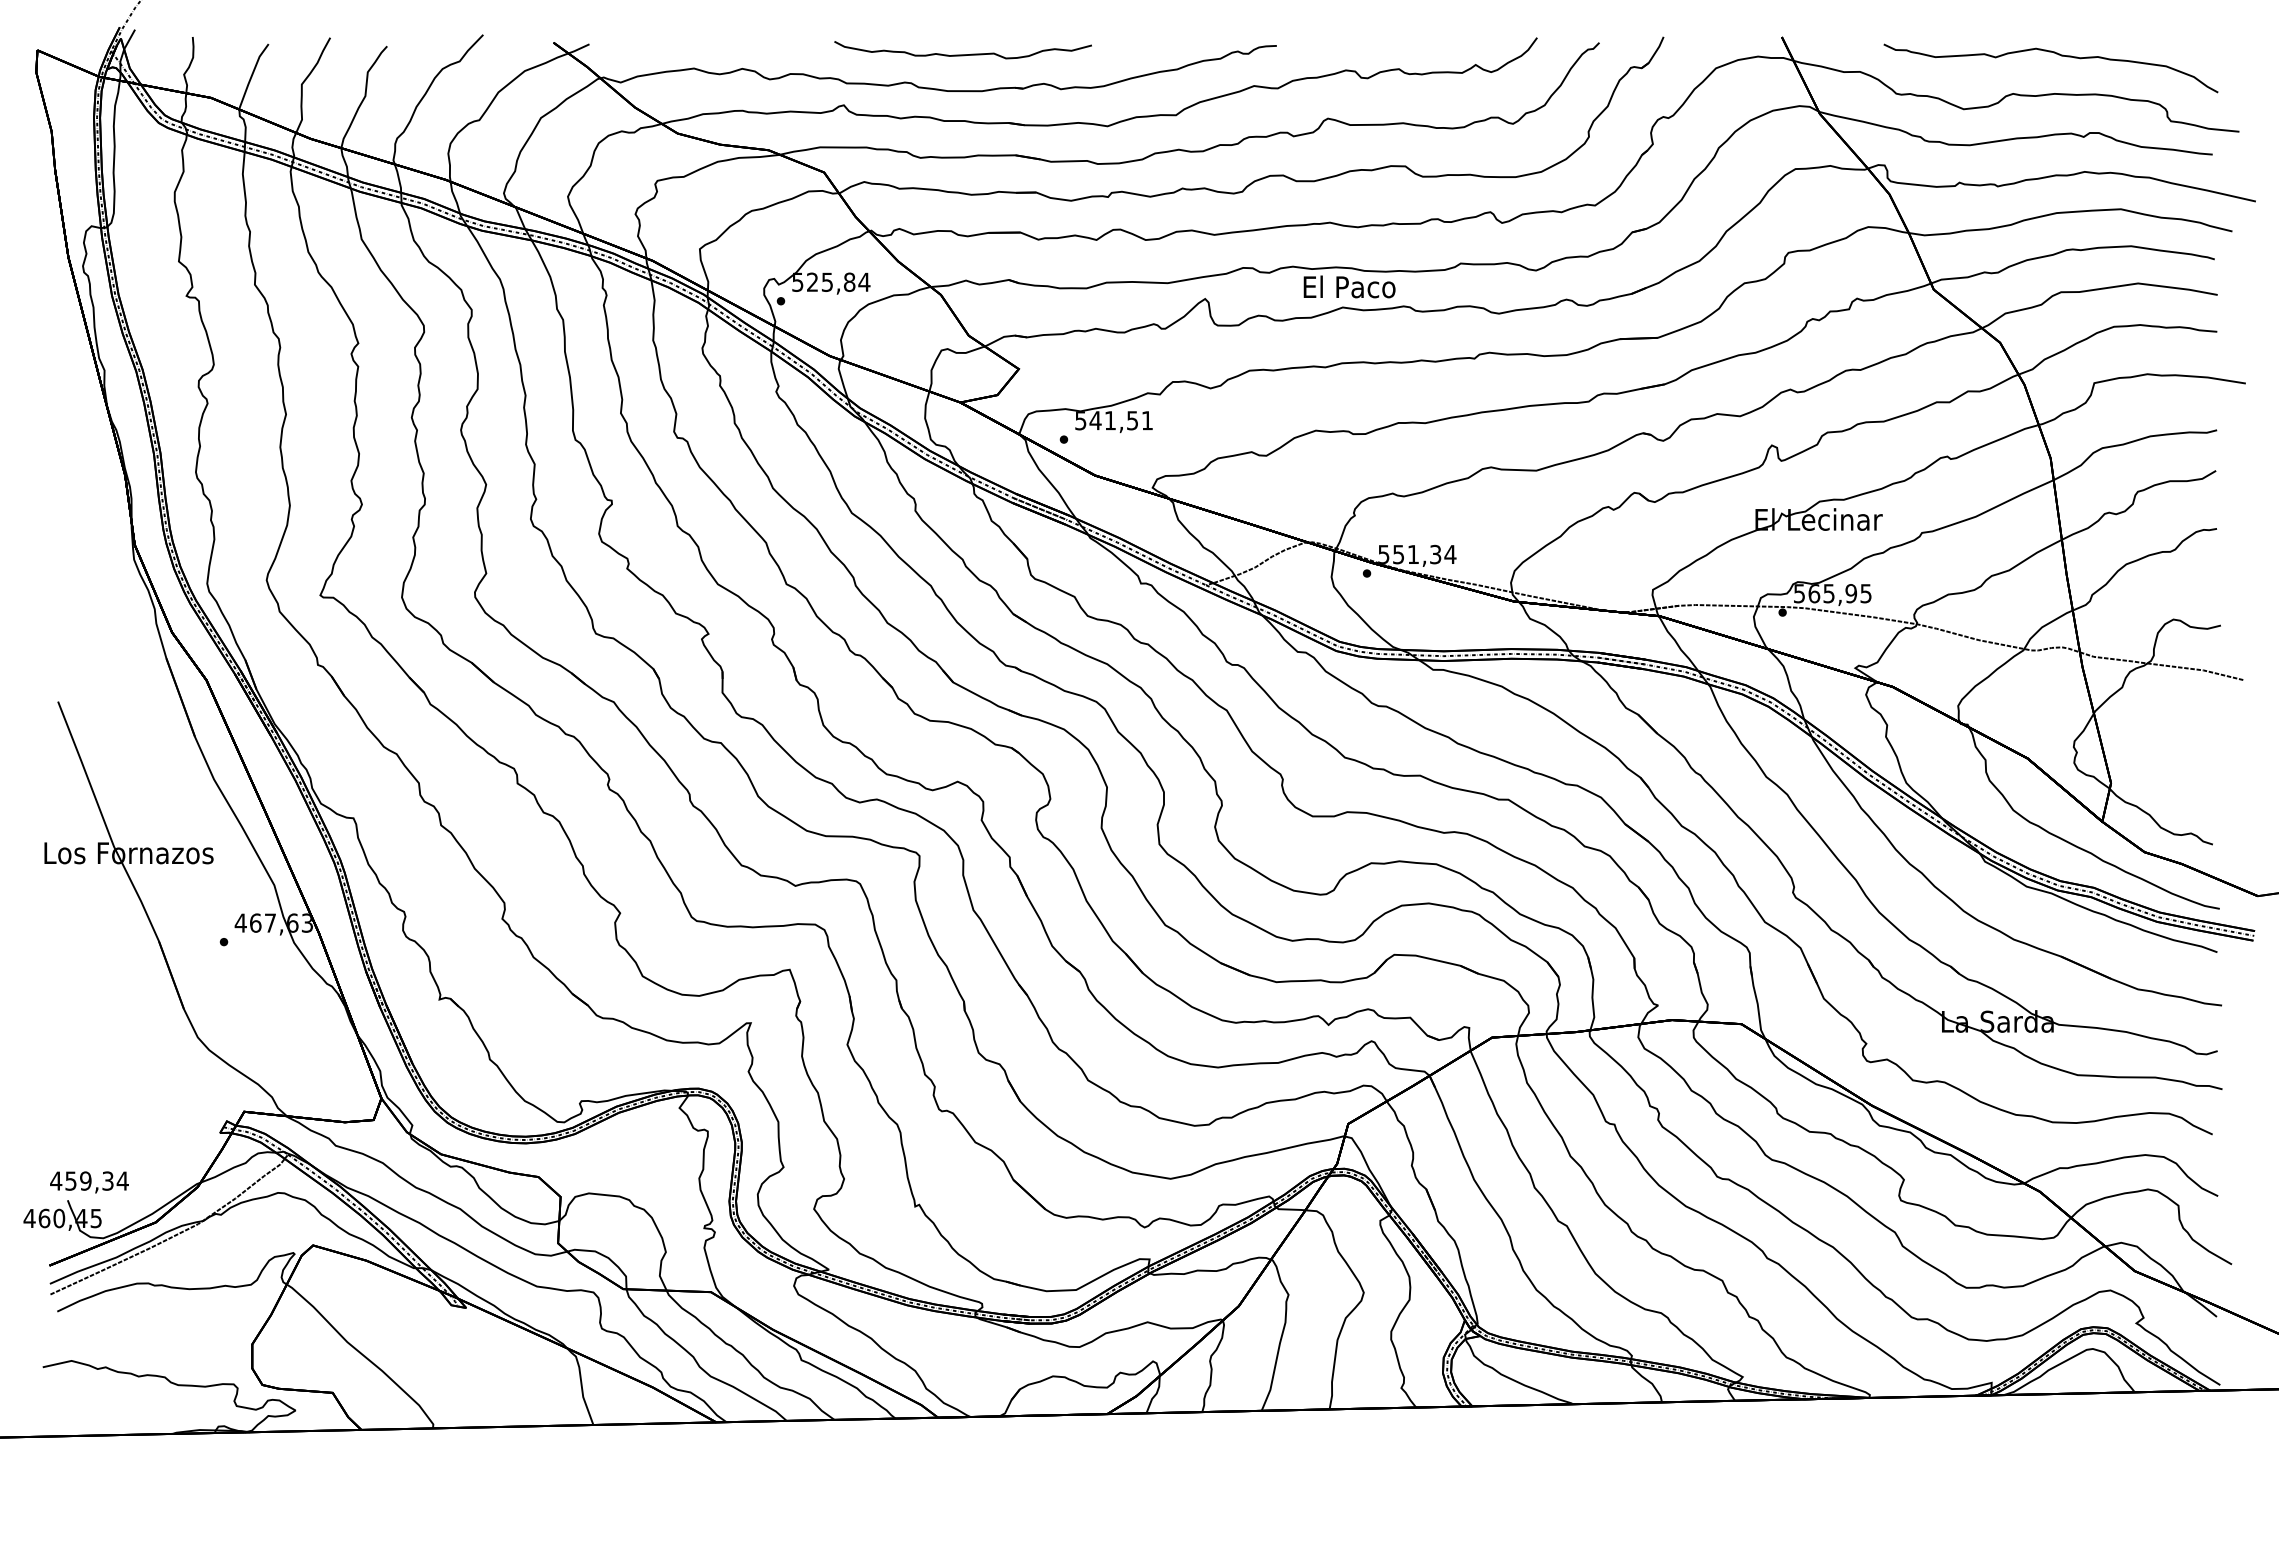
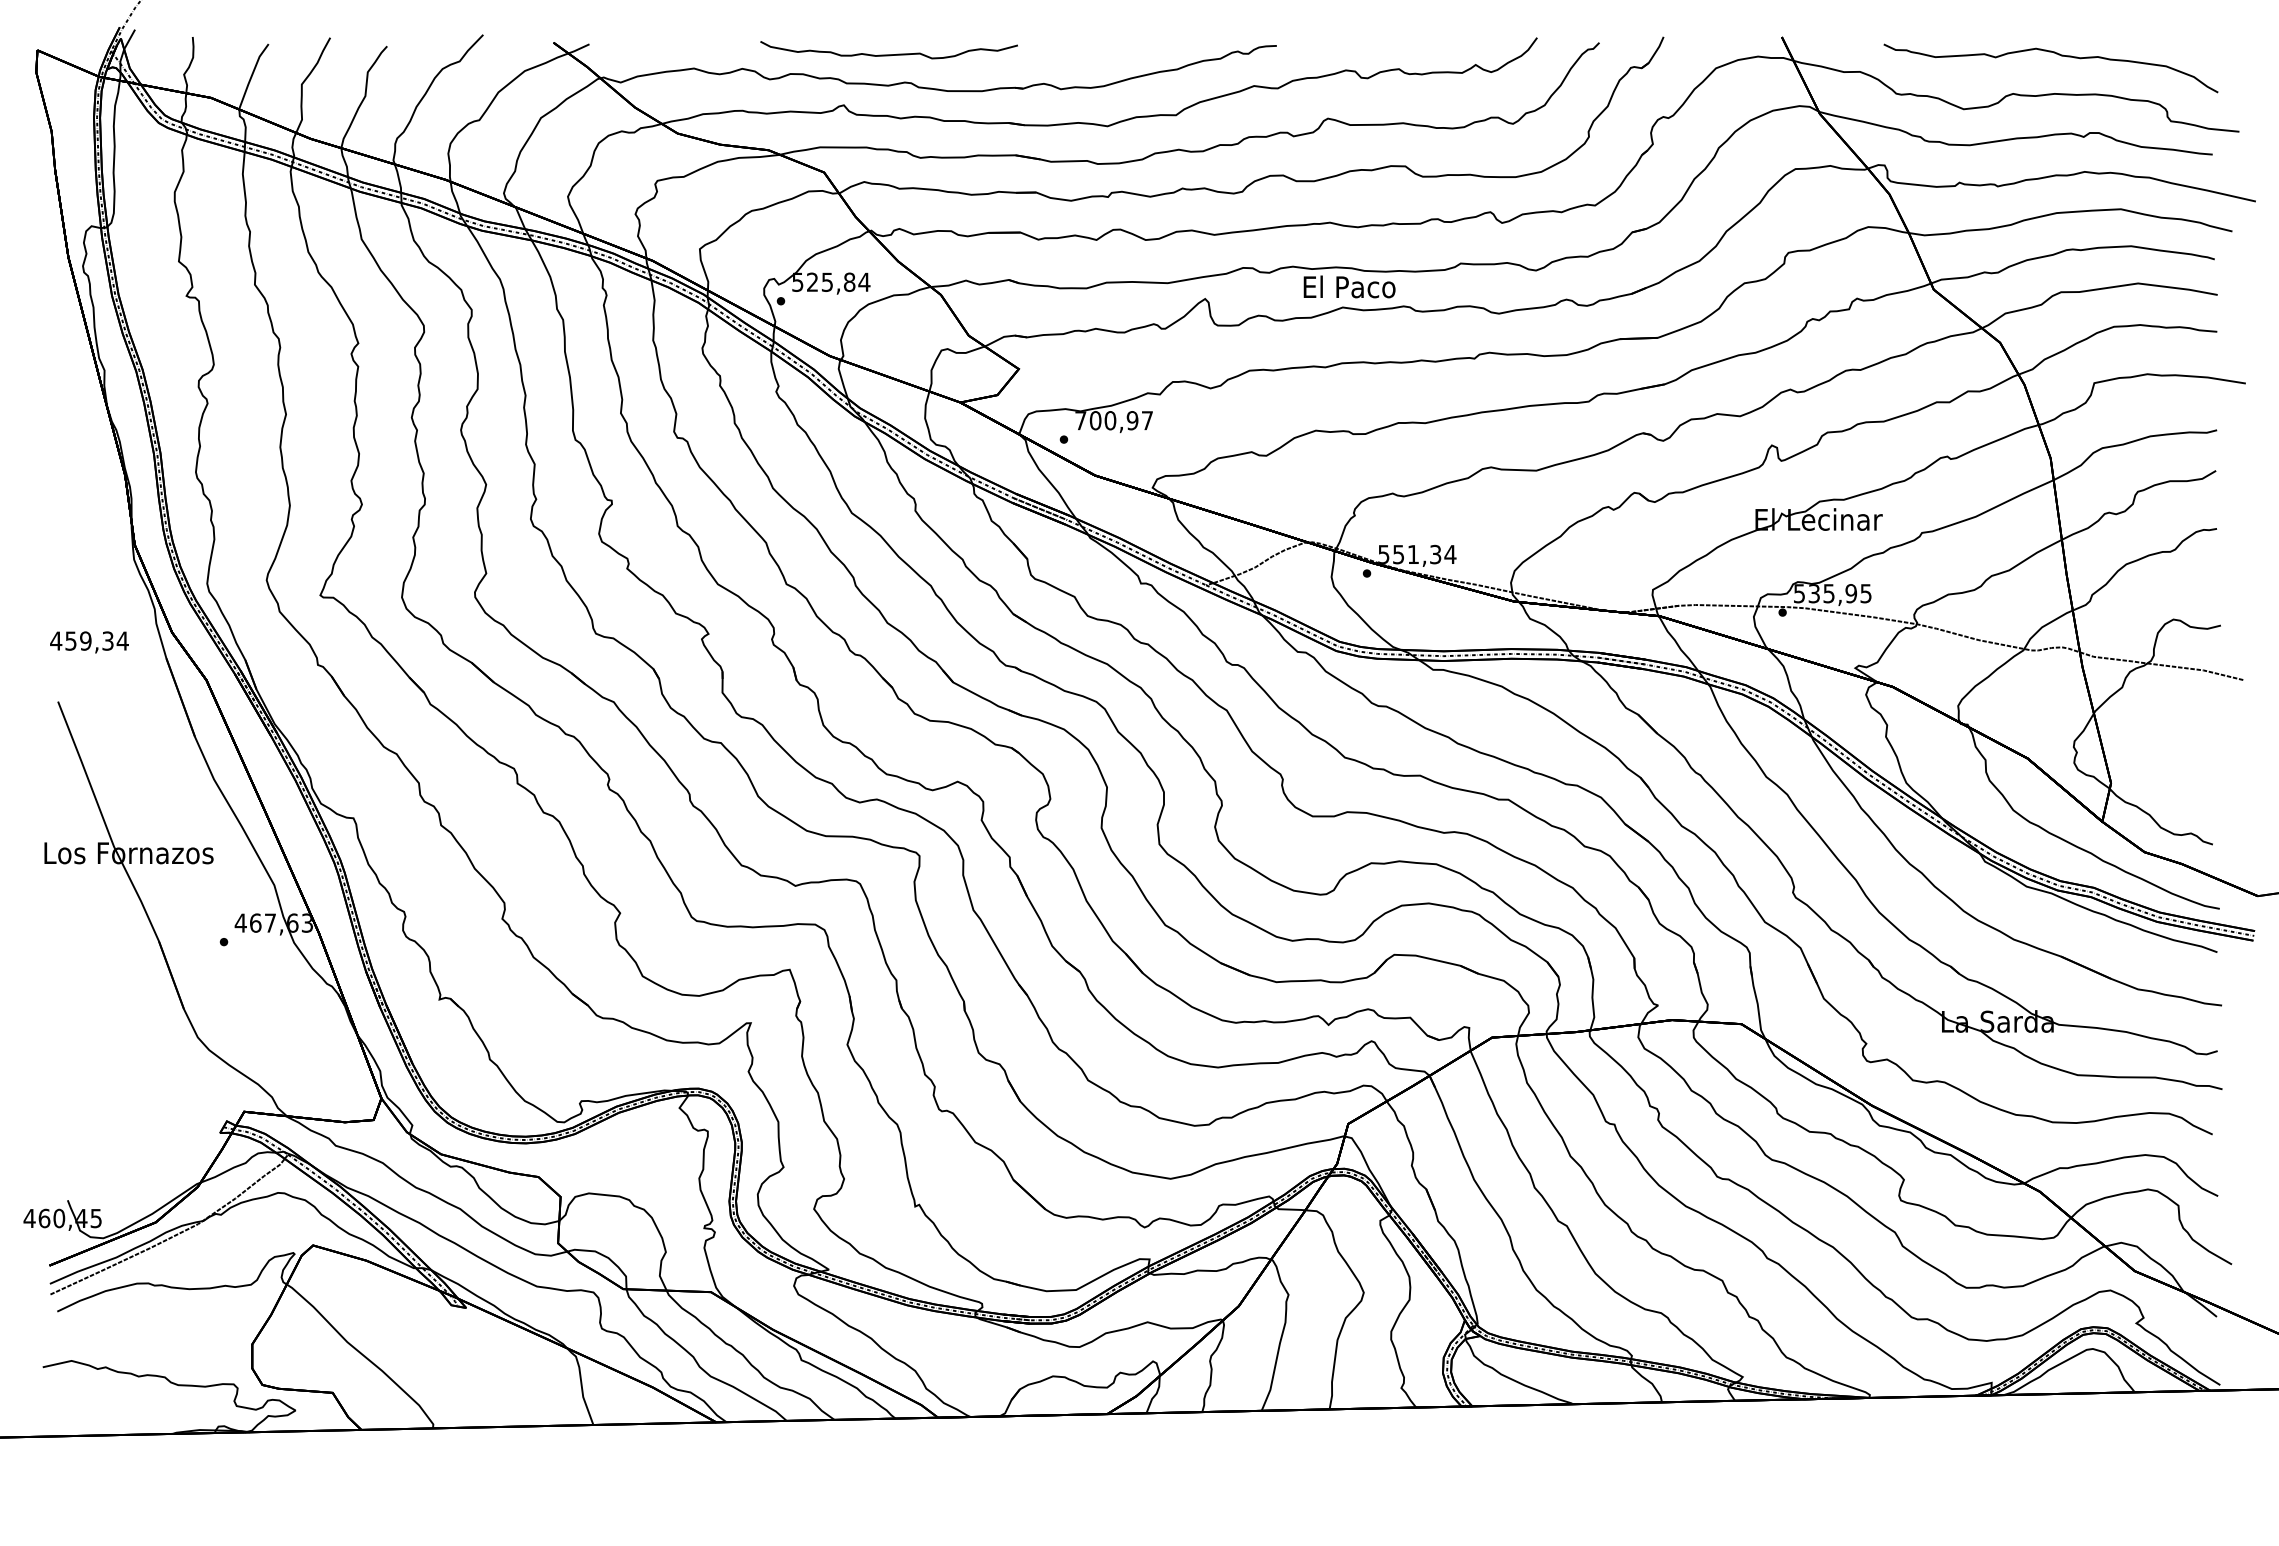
curve at (962, 54) position: (962, 54) -> (888, 54)
text at (1113, 420): 541,51 -> 700,97
text at (1814, 593): 565,95 -> 535,95
text at (89, 1182) position: (89, 1182) -> (89, 642)
